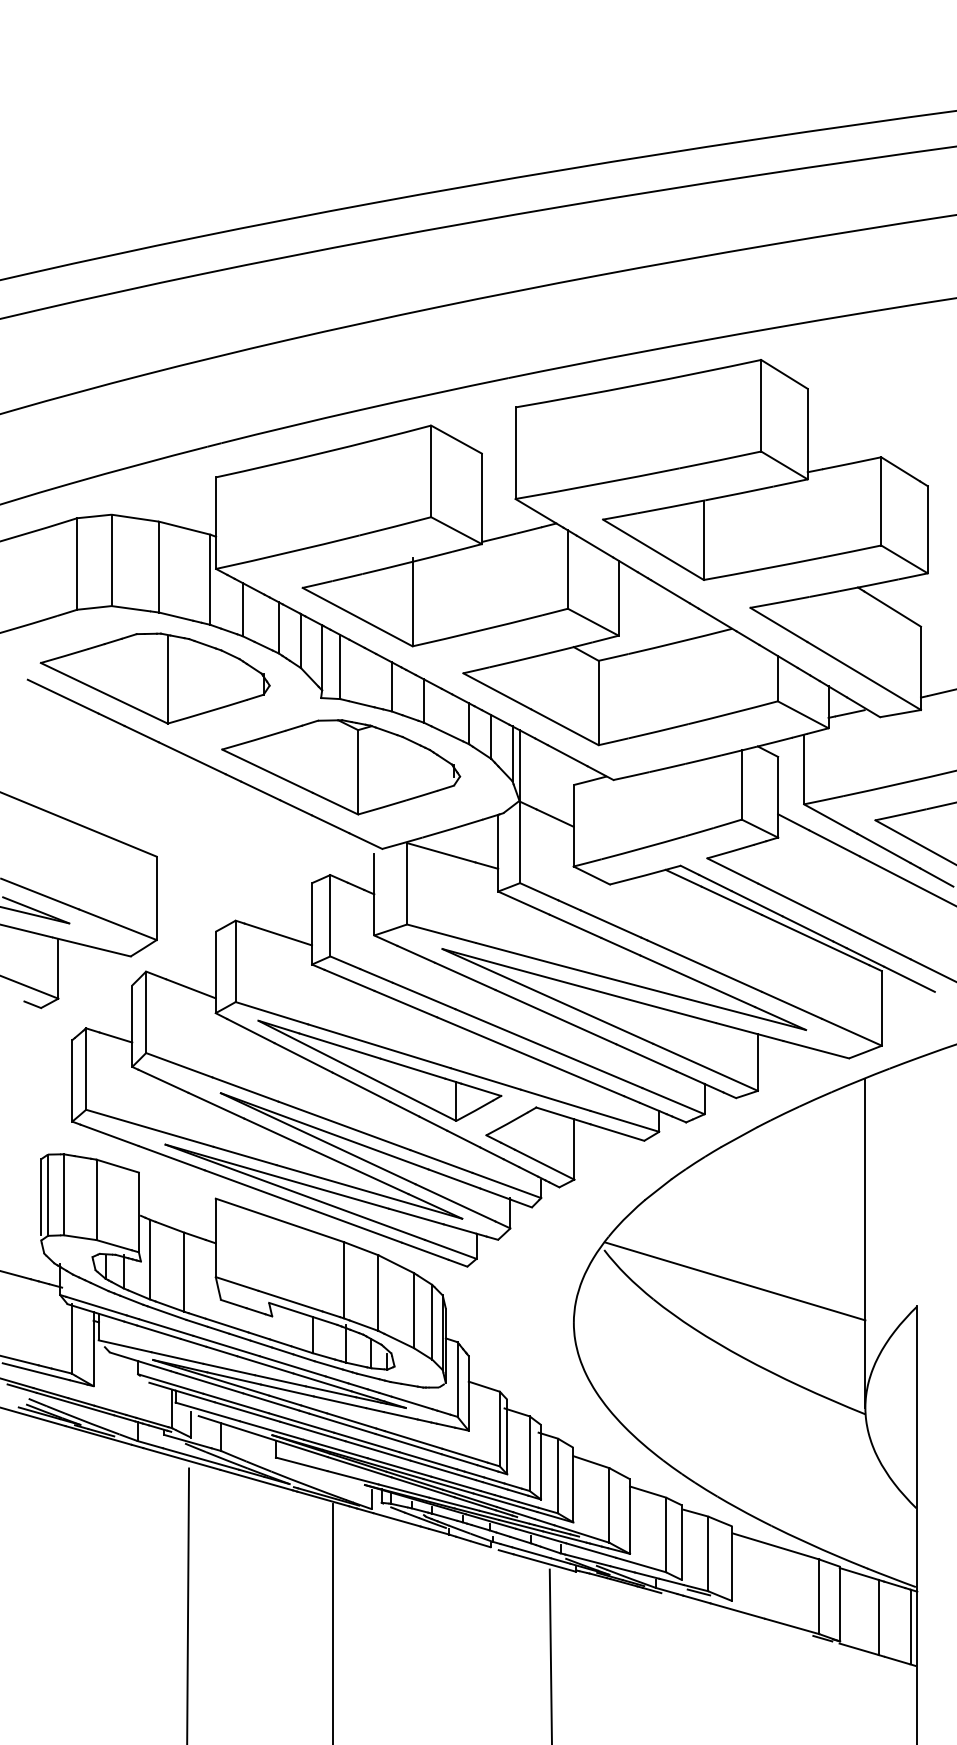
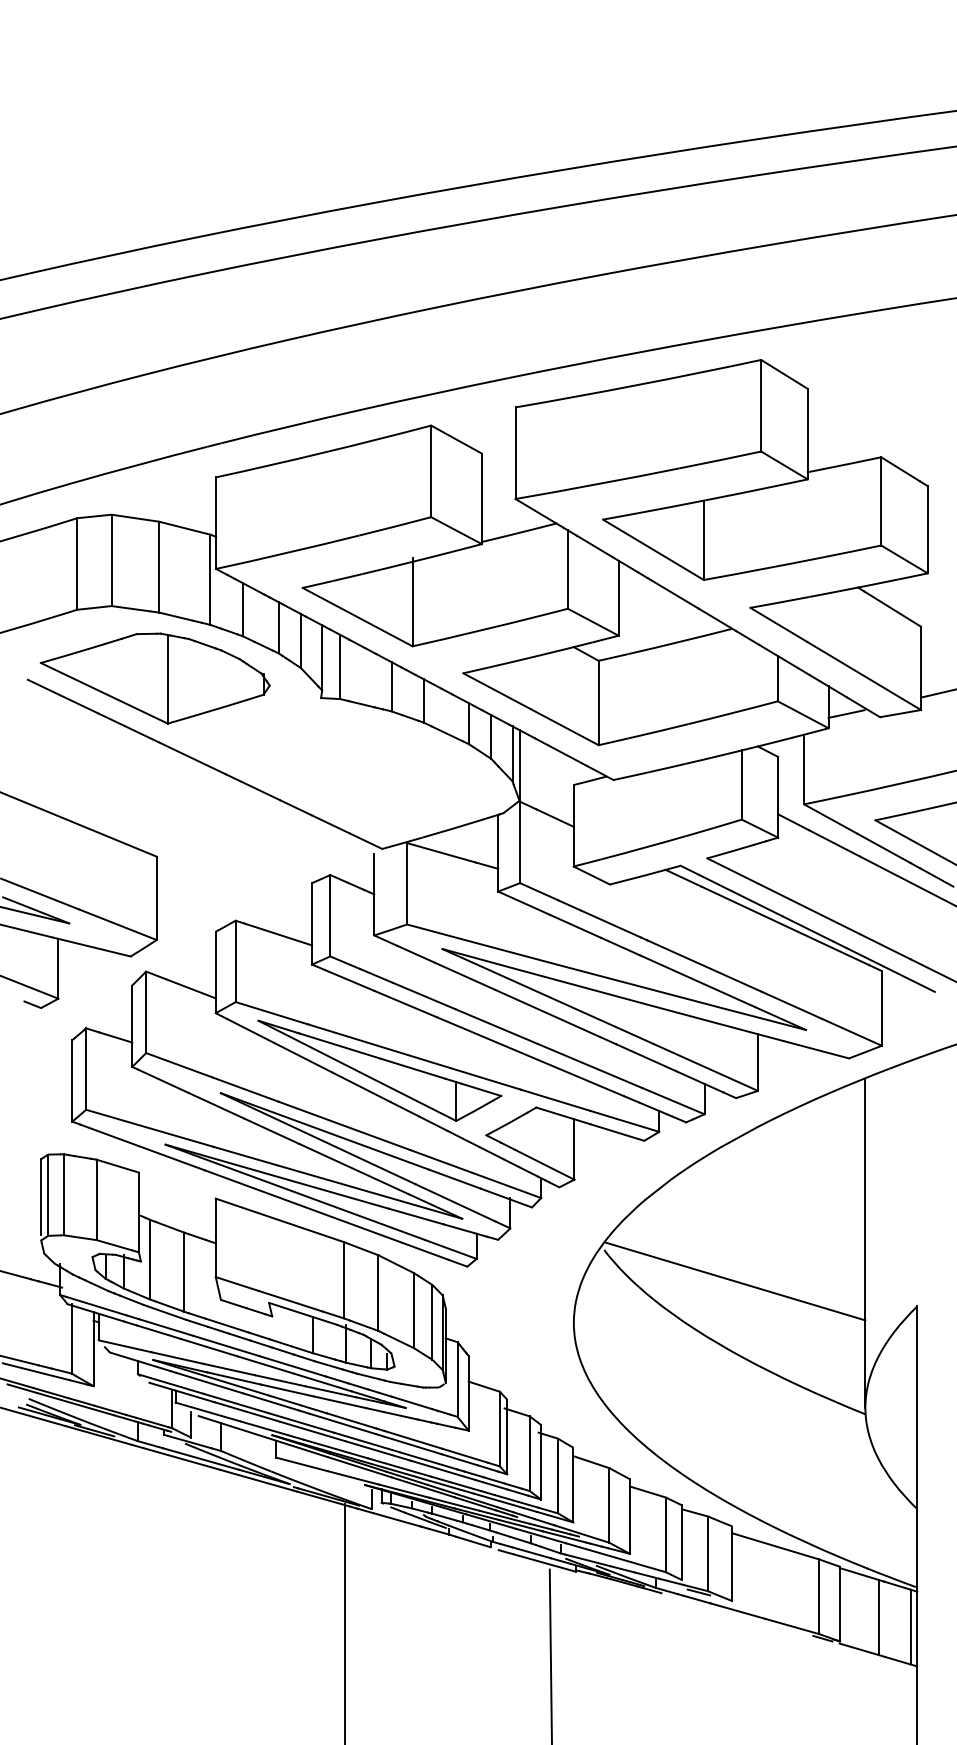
part at (341, 767): present -> none
line at (188, 1604): present -> none
line at (333, 1622) position: (333, 1622) -> (345, 1622)
